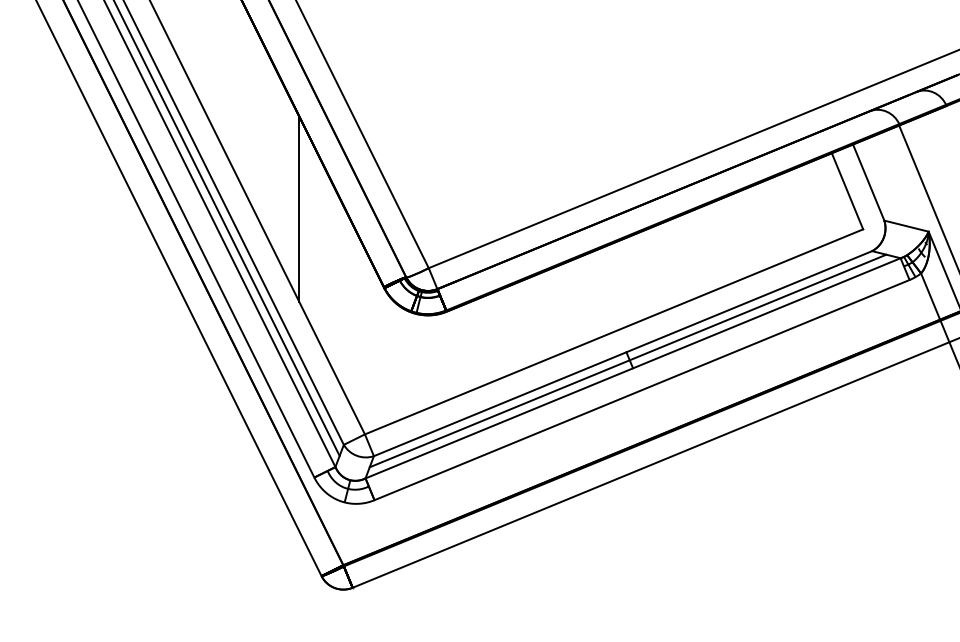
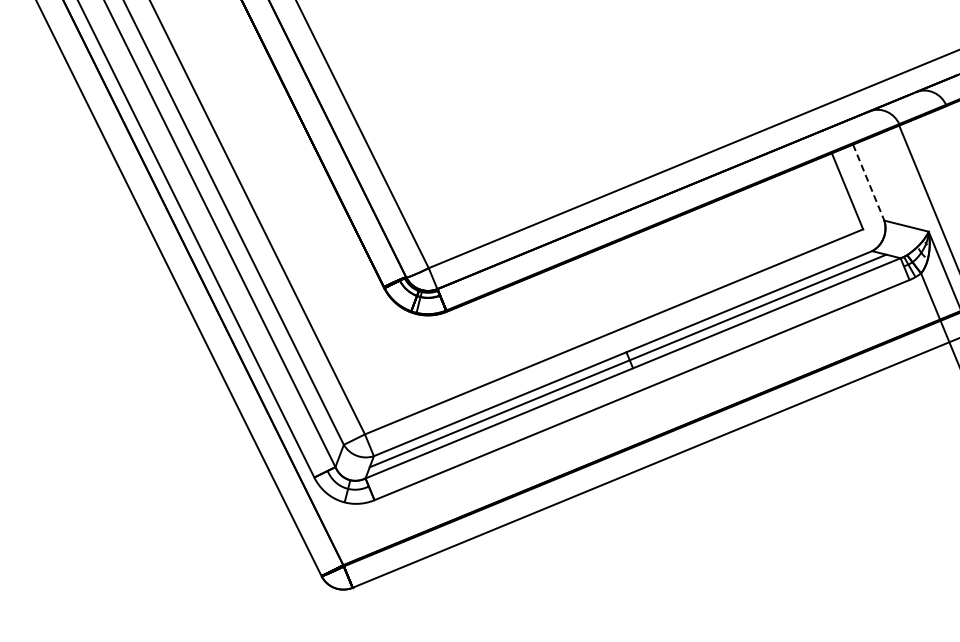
line at (868, 183): solid -> dashed
line at (299, 209): present -> none
line at (226, 228): present -> none
